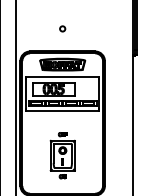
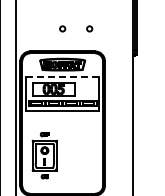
circle at (89, 28): none -> present
line at (62, 76): solid -> dashed
part at (62, 155) position: (62, 155) -> (44, 155)
